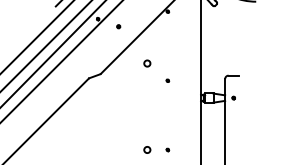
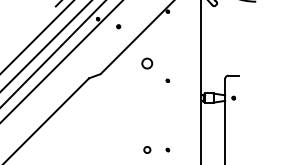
circle at (147, 63) size: 9x9 px -> 13x13 px
